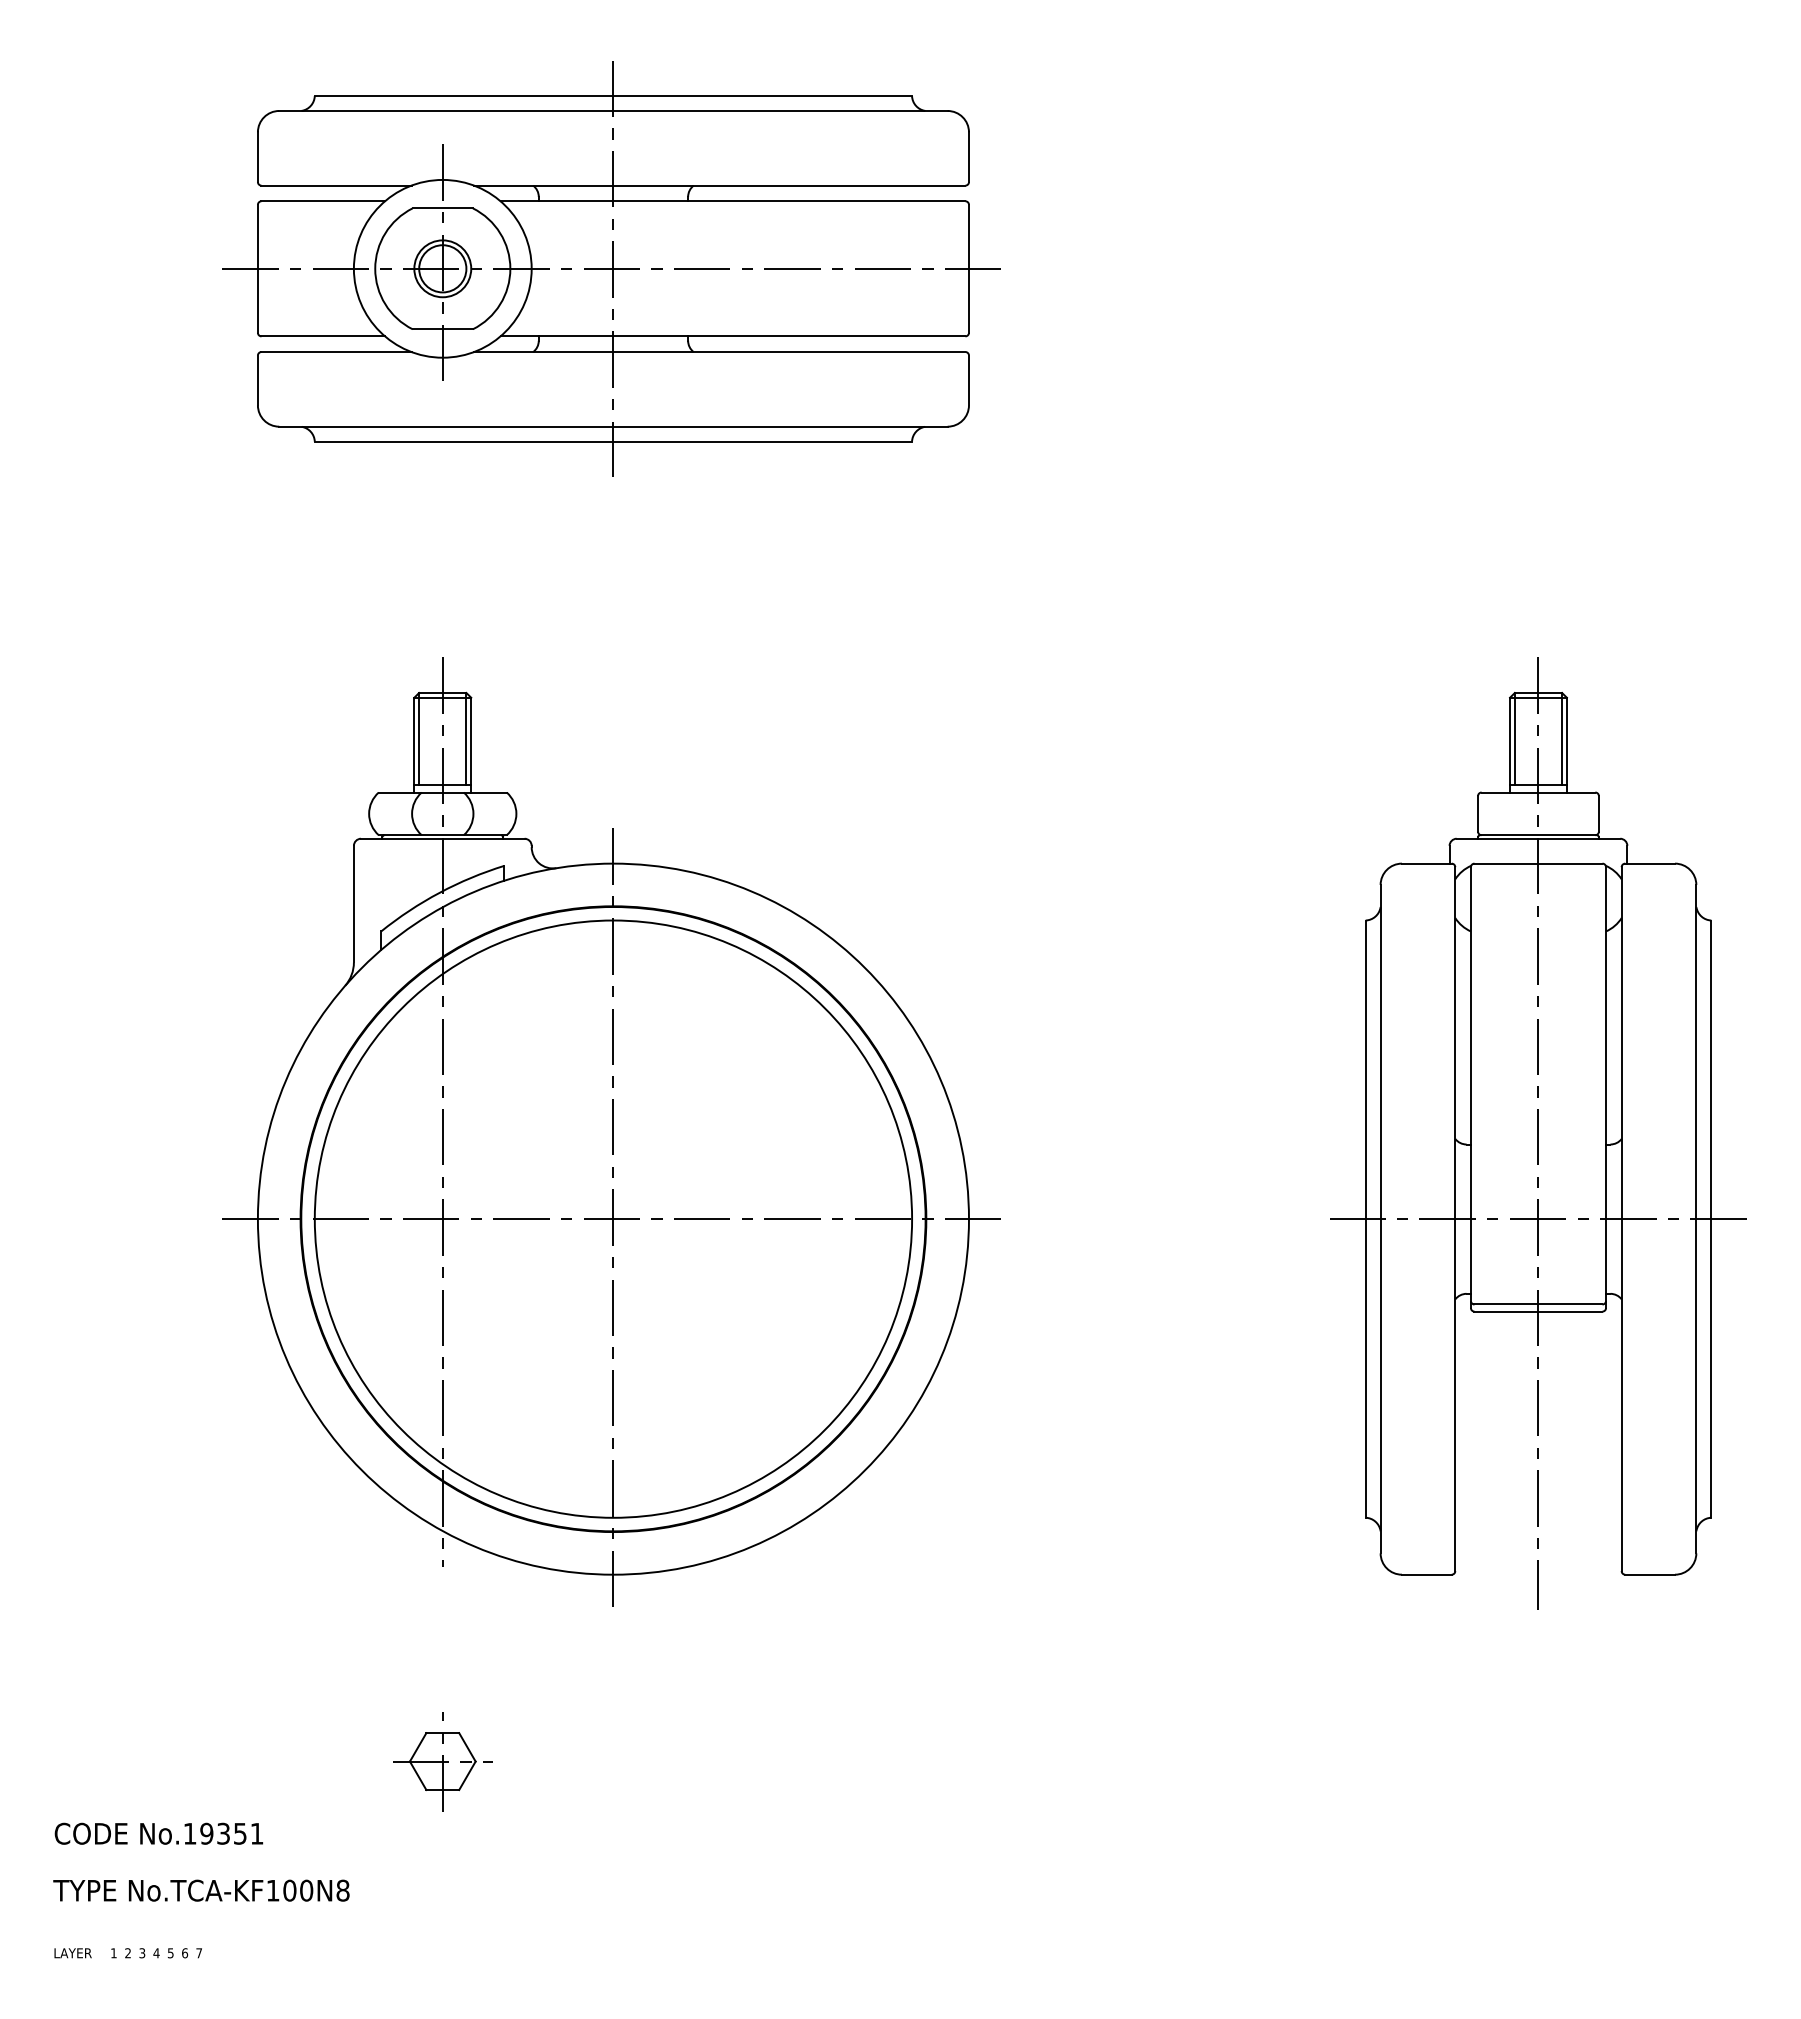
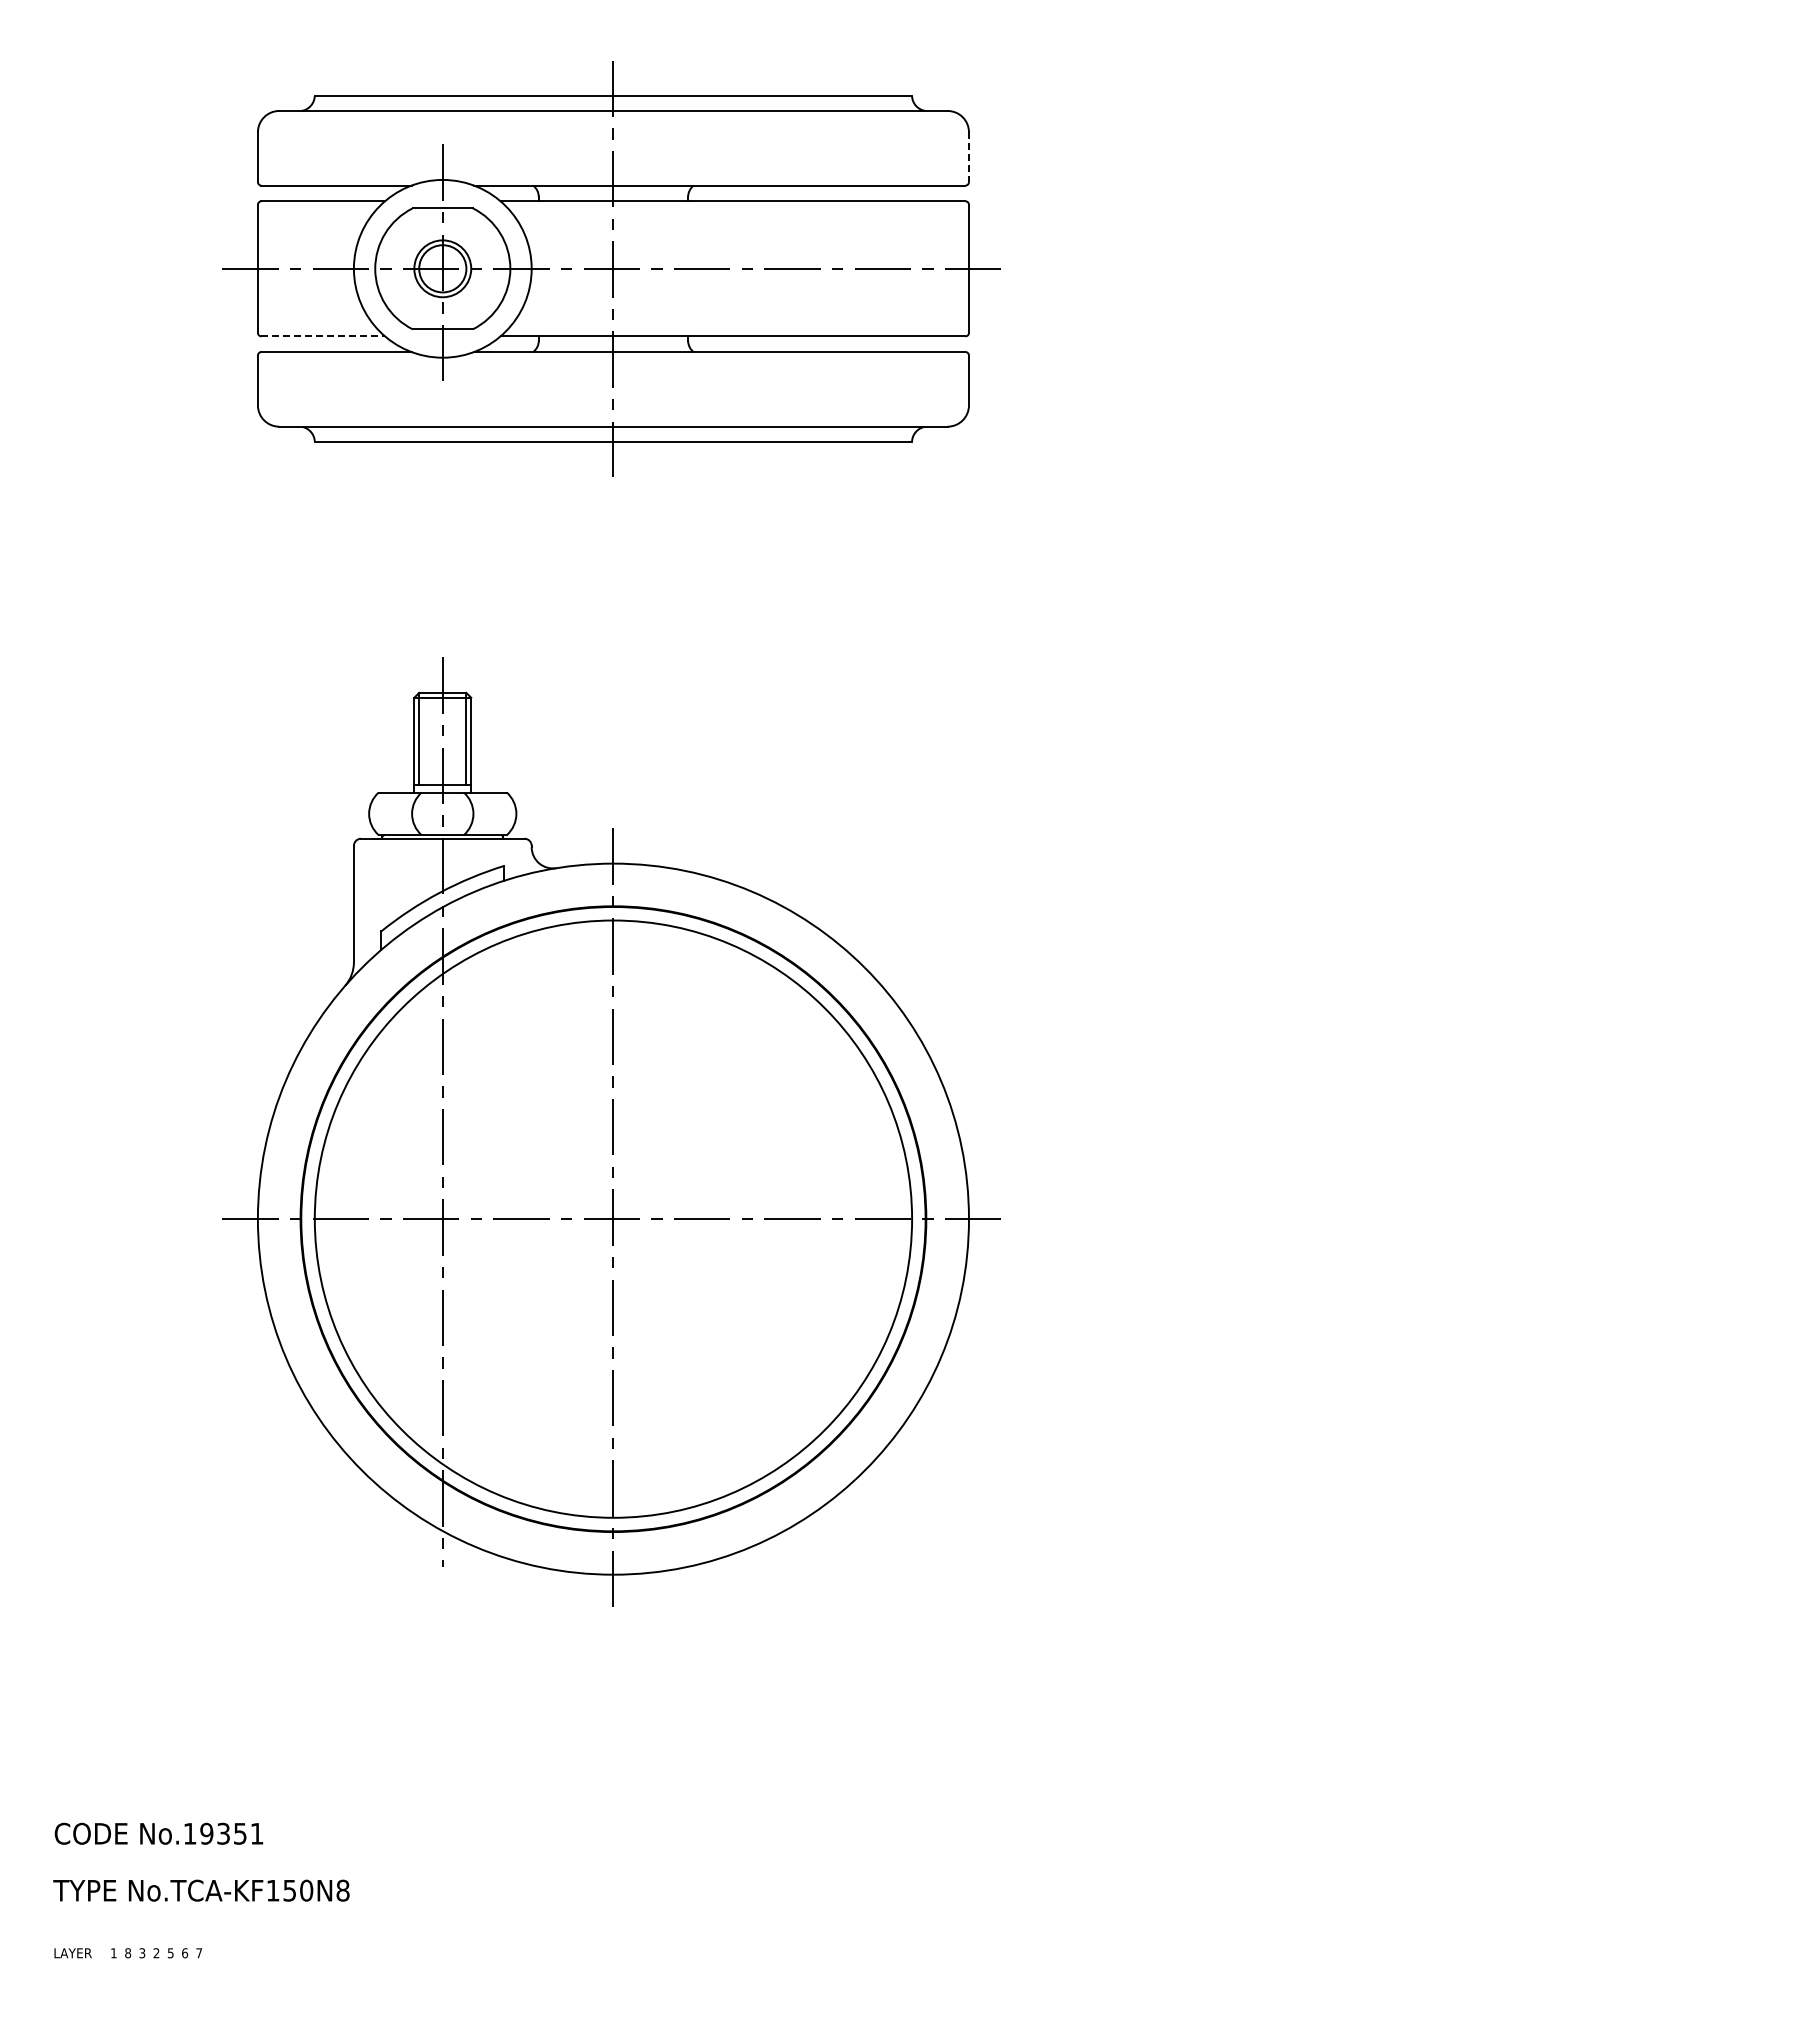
line at (968, 157): solid -> dashed
line at (323, 336): solid -> dashed
part at (1538, 1133): present -> none
part at (442, 1761): present -> none
text at (289, 1890): No.TCA-KF100N8 -> No.TCA-KF150N8
text at (128, 1953): 2 -> 8
text at (156, 1953): 4 -> 2
